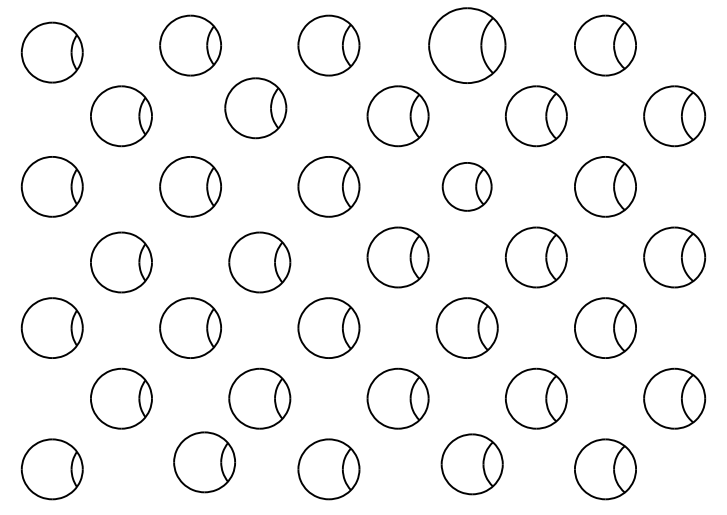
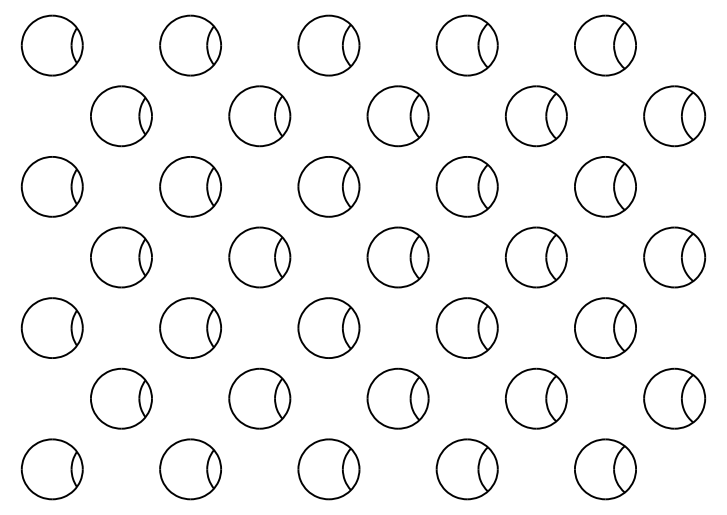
part at (467, 45) size: 79x77 px -> 64x63 px
part at (51, 52) position: (51, 52) -> (51, 45)
part at (255, 108) position: (255, 108) -> (259, 116)
part at (466, 186) size: 52x50 px -> 64x62 px
part at (121, 262) position: (121, 262) -> (121, 257)
part at (259, 262) position: (259, 262) -> (259, 257)
part at (204, 462) position: (204, 462) -> (190, 469)
part at (471, 464) position: (471, 464) -> (466, 469)
